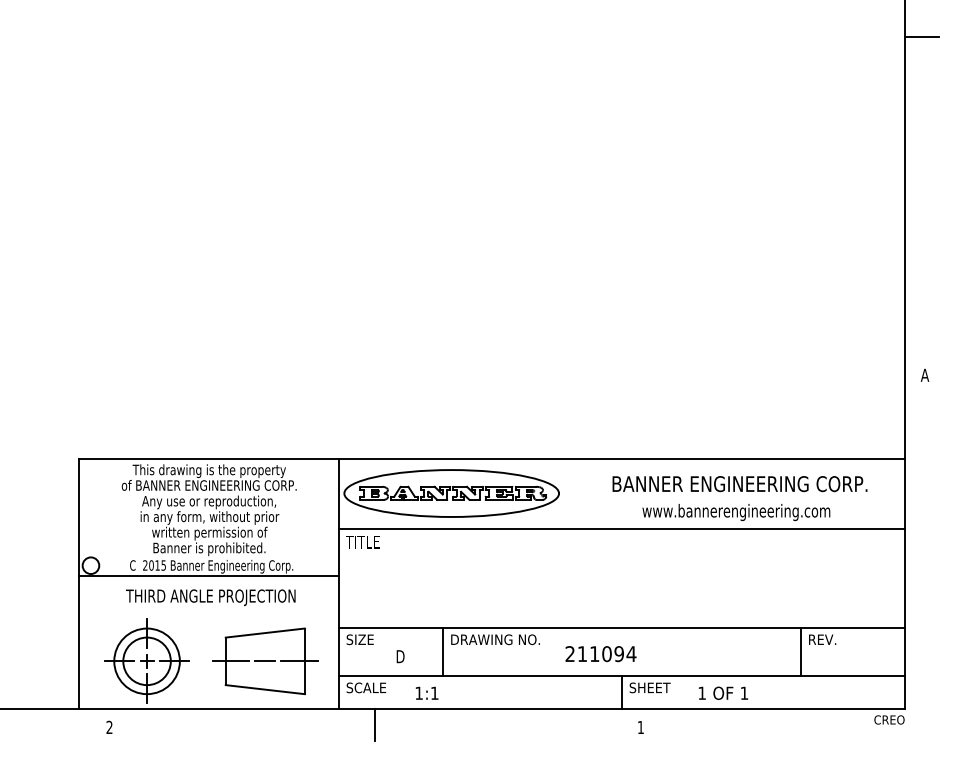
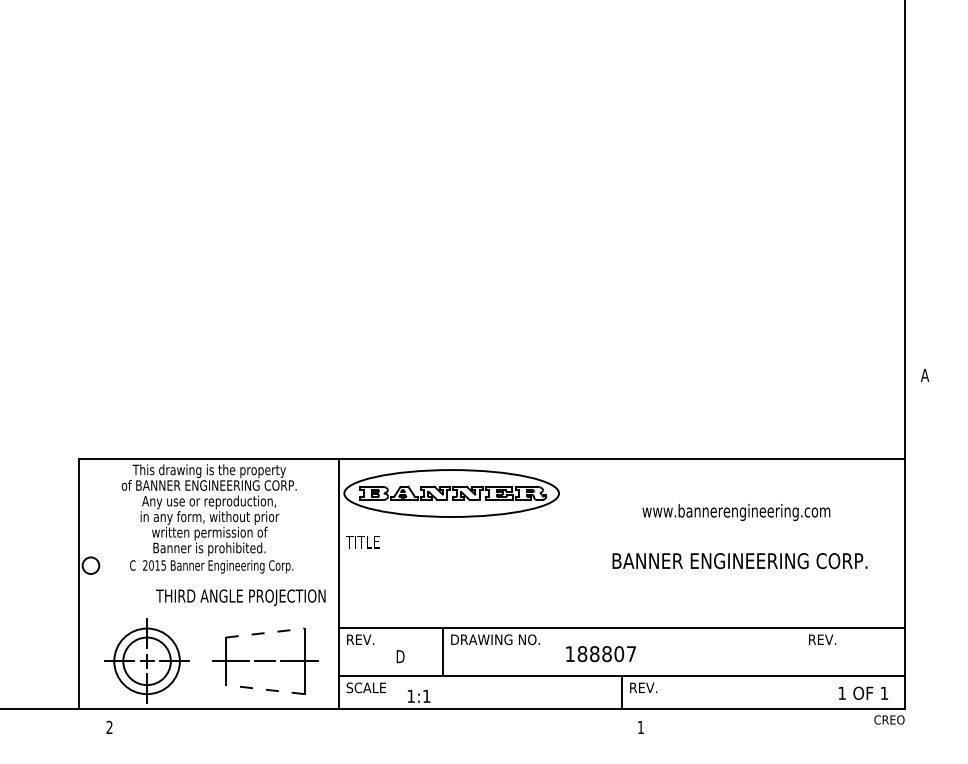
line at (922, 36): present -> none
text at (739, 484) position: (739, 484) -> (739, 561)
line at (622, 529): present -> none
line at (209, 575): present -> none
text at (210, 597) position: (210, 597) -> (240, 597)
line at (265, 633): solid -> dashed
text at (360, 639): SIZE -> REV.
line at (801, 652): present -> none
text at (600, 654): 211094 -> 188807
text at (649, 687): SHEET -> REV.
line at (265, 689): solid -> dashed
text at (426, 692) position: (426, 692) -> (418, 695)
text at (723, 692) position: (723, 692) -> (863, 692)
line at (374, 724): present -> none
